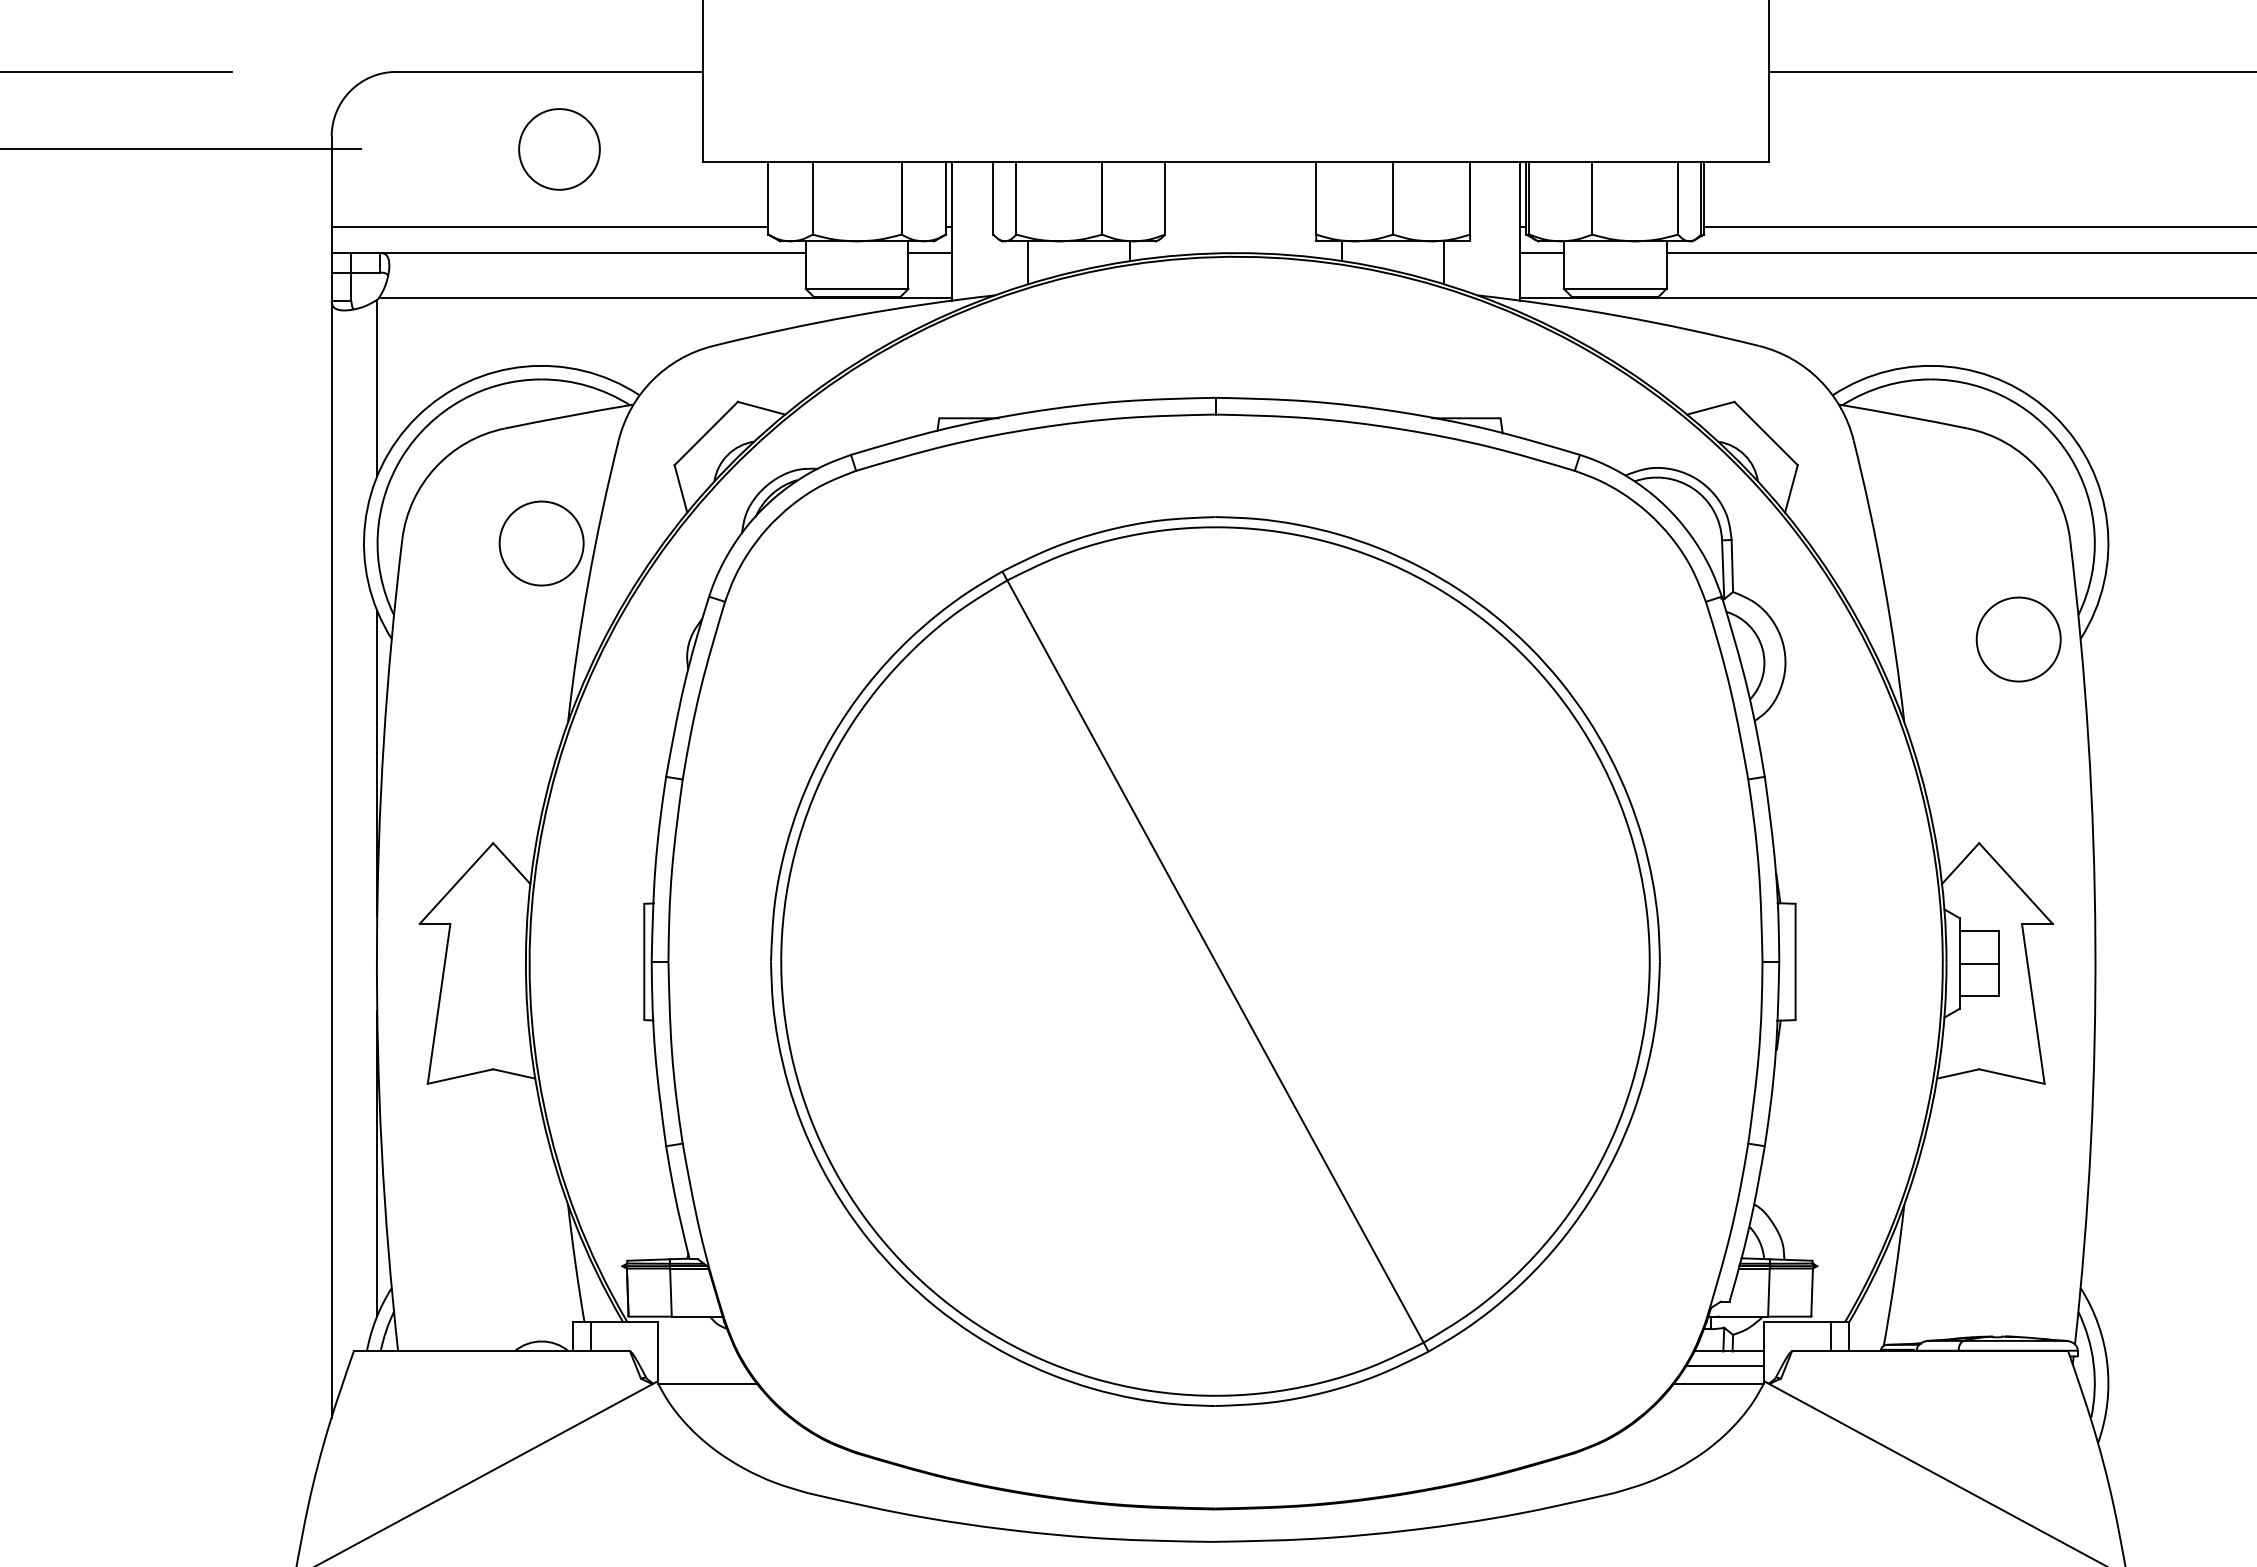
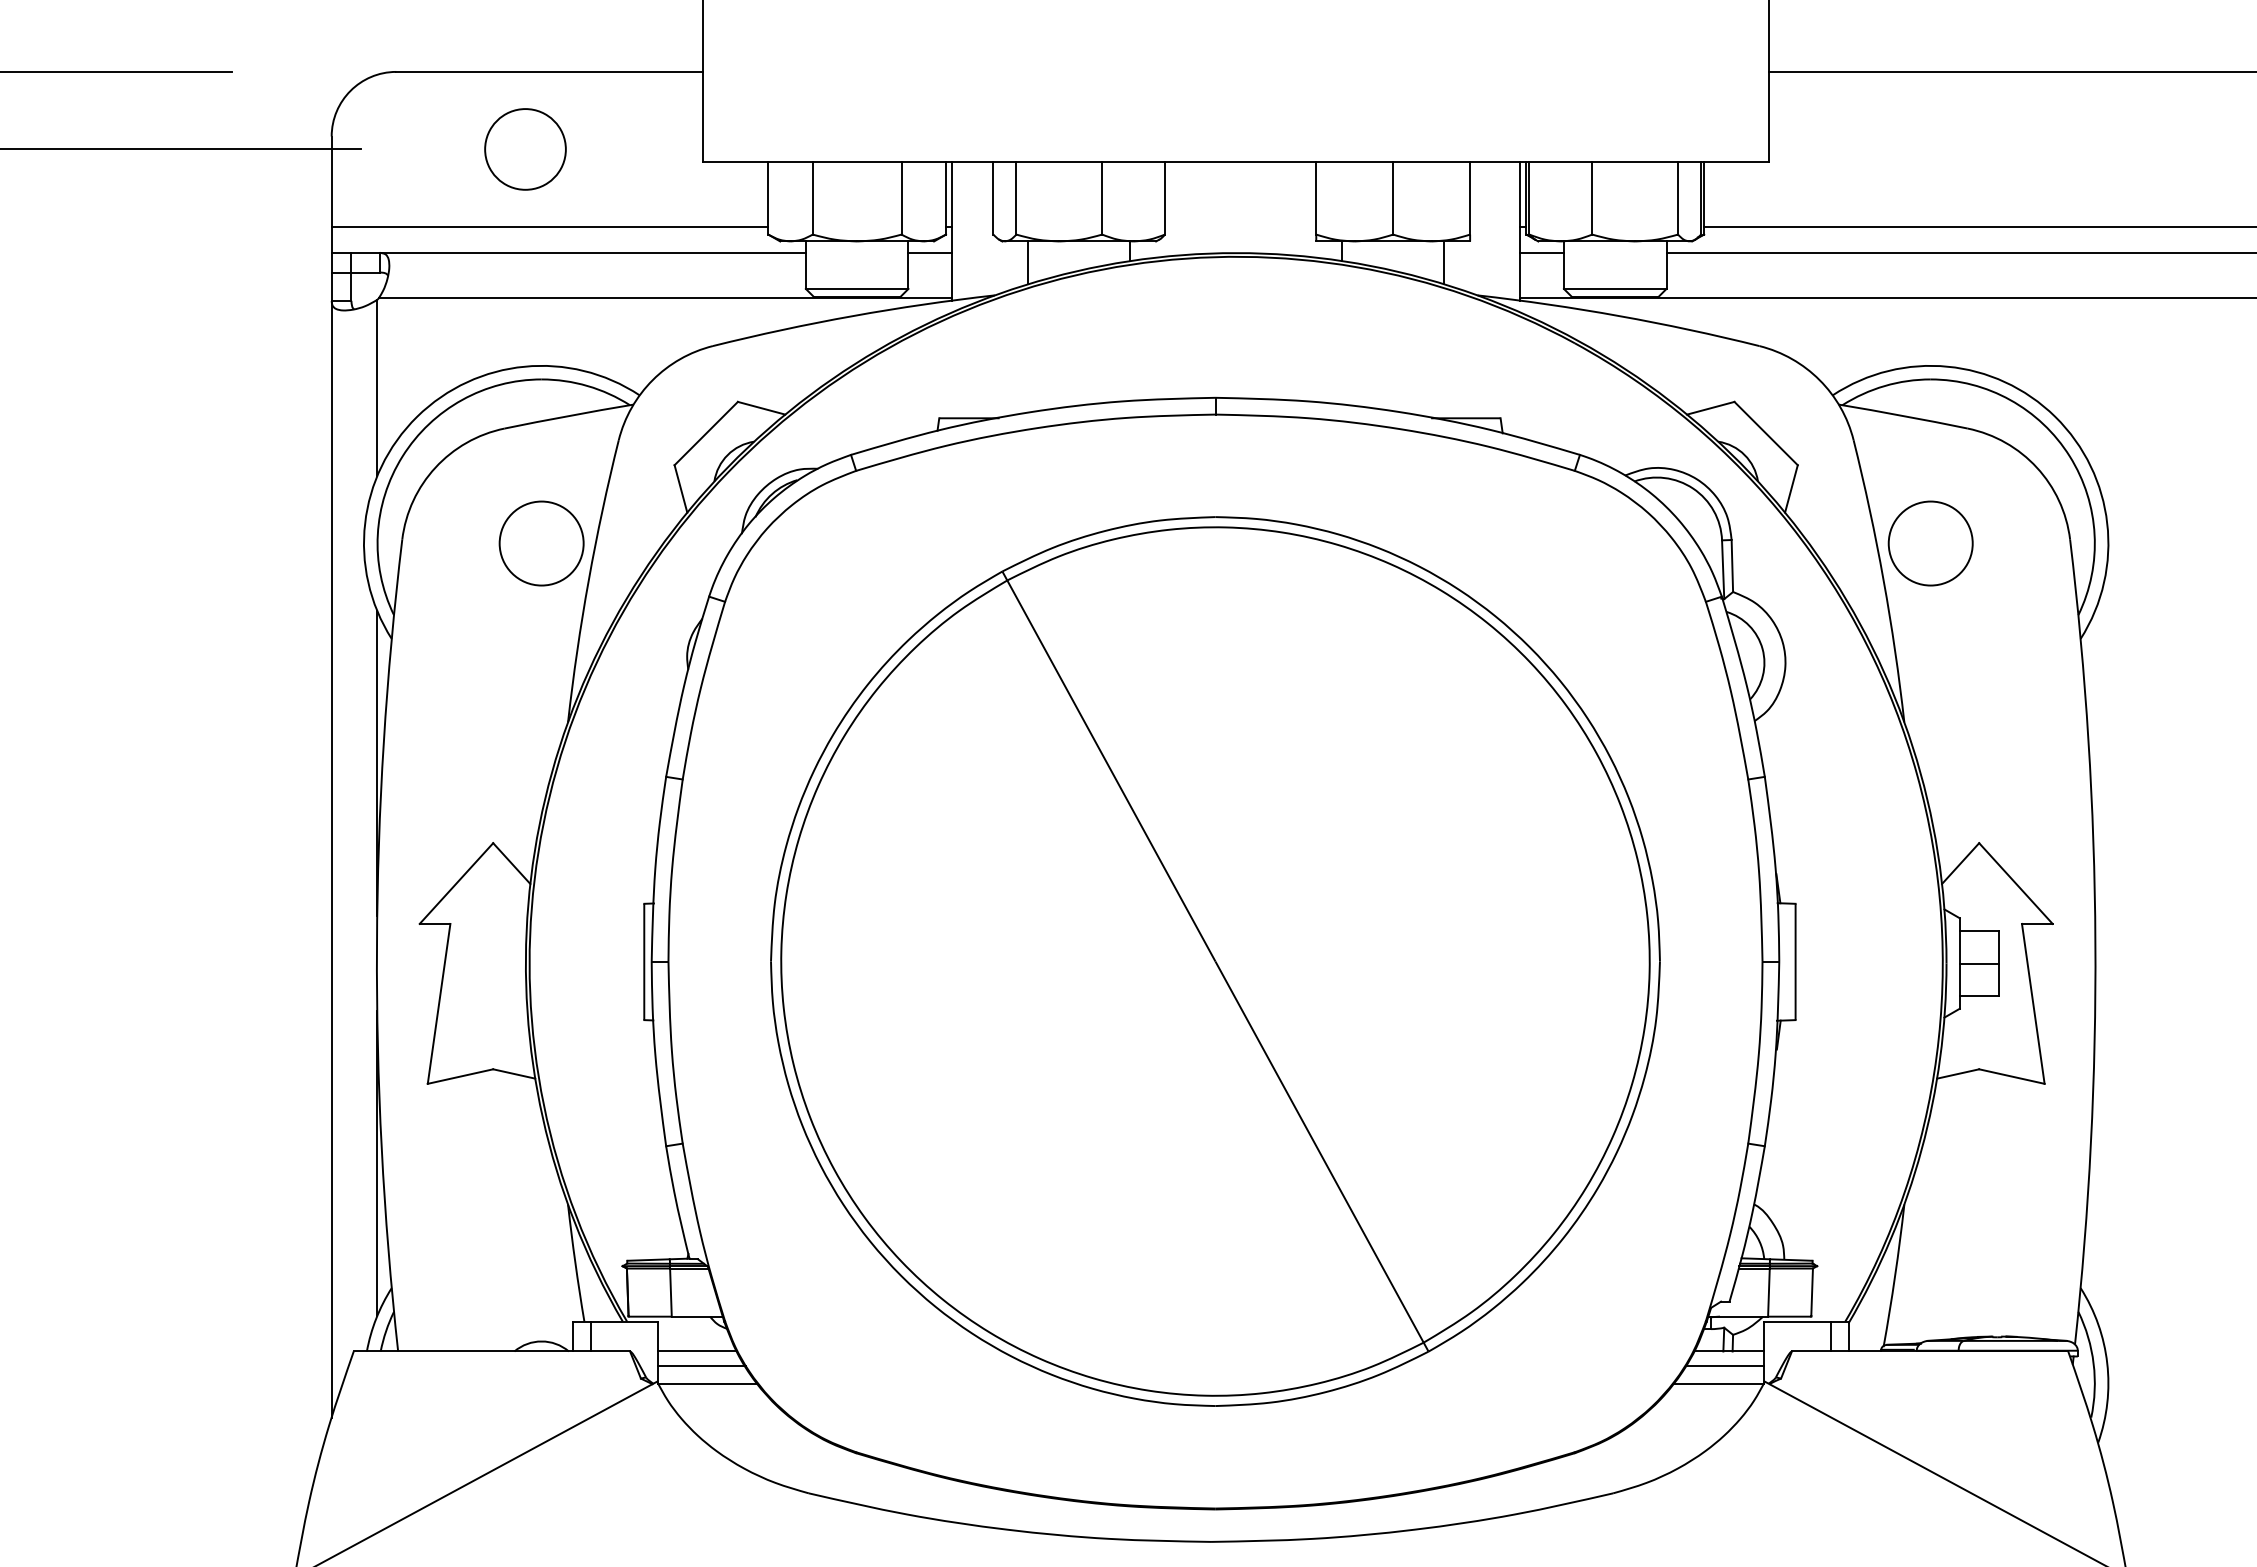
circle at (559, 149) position: (559, 149) -> (525, 149)
circle at (2018, 639) position: (2018, 639) -> (1930, 543)
line at (697, 1351): none -> present
line at (701, 1366): none -> present
